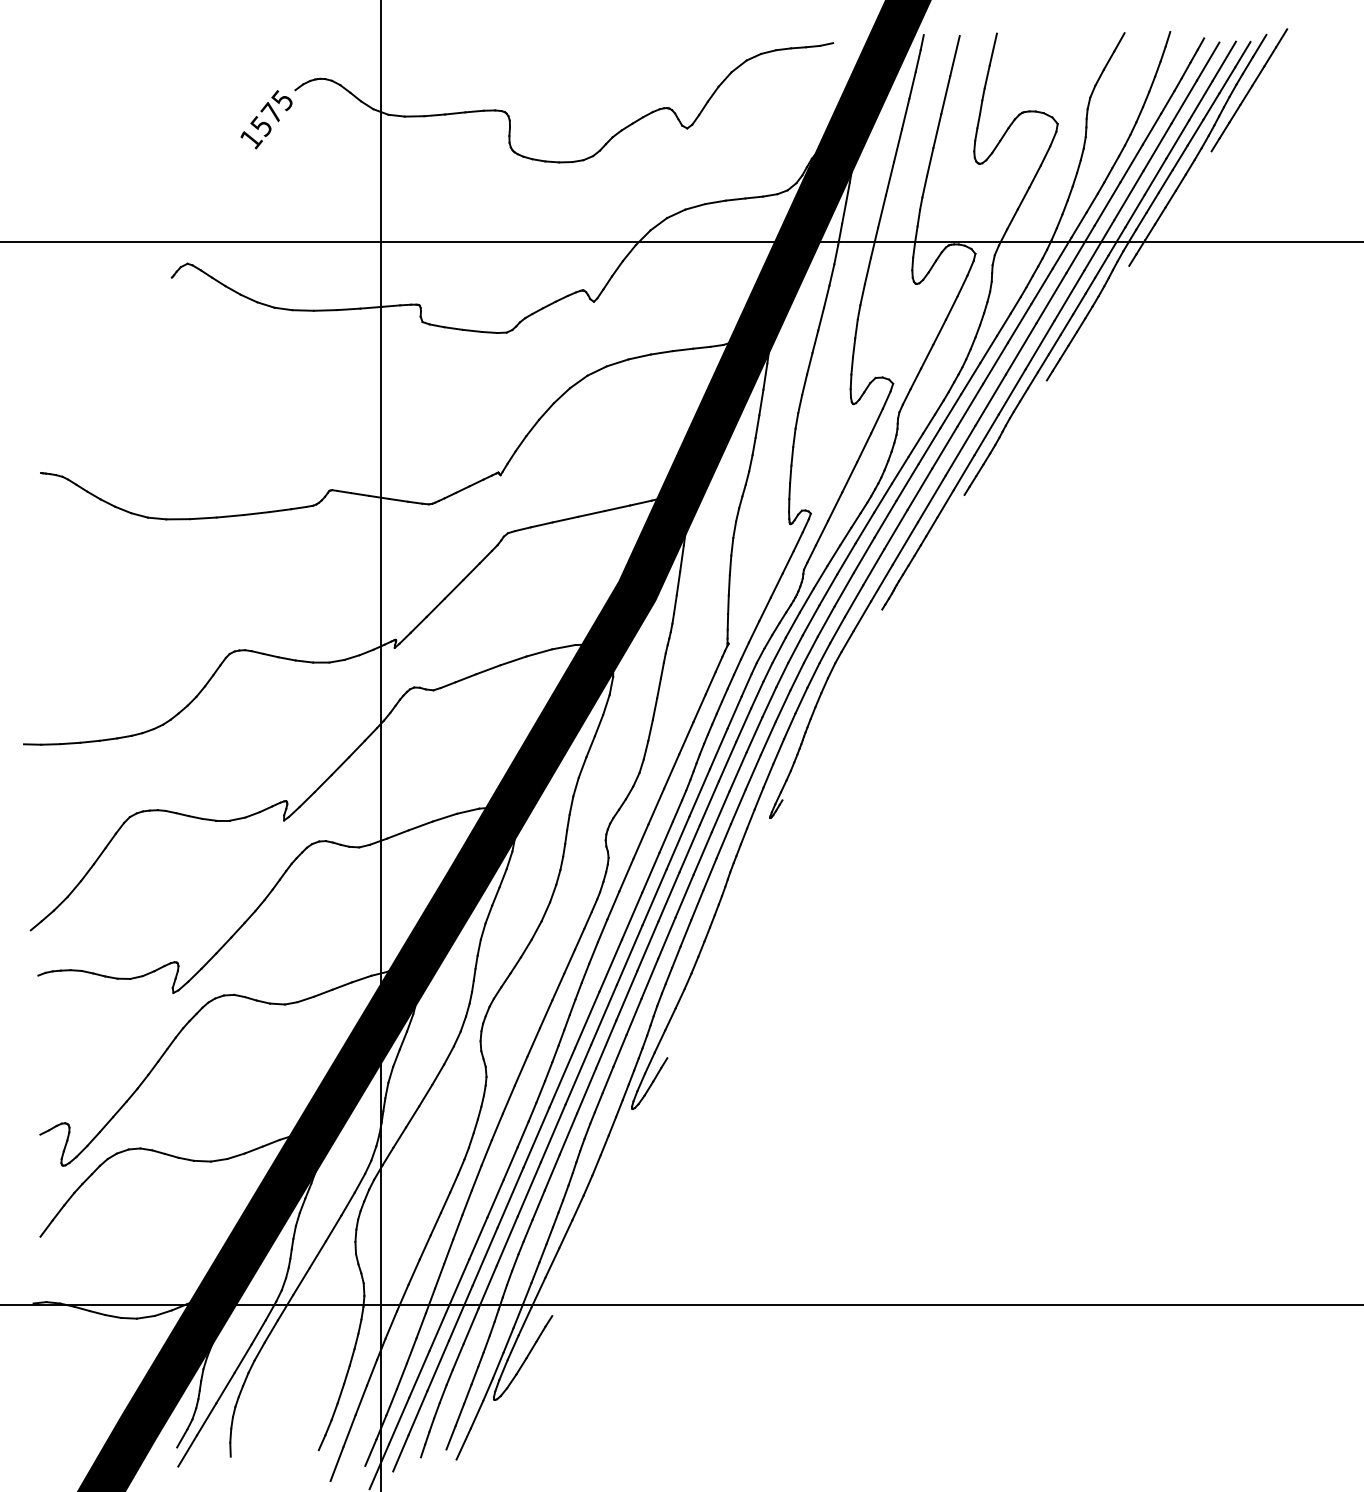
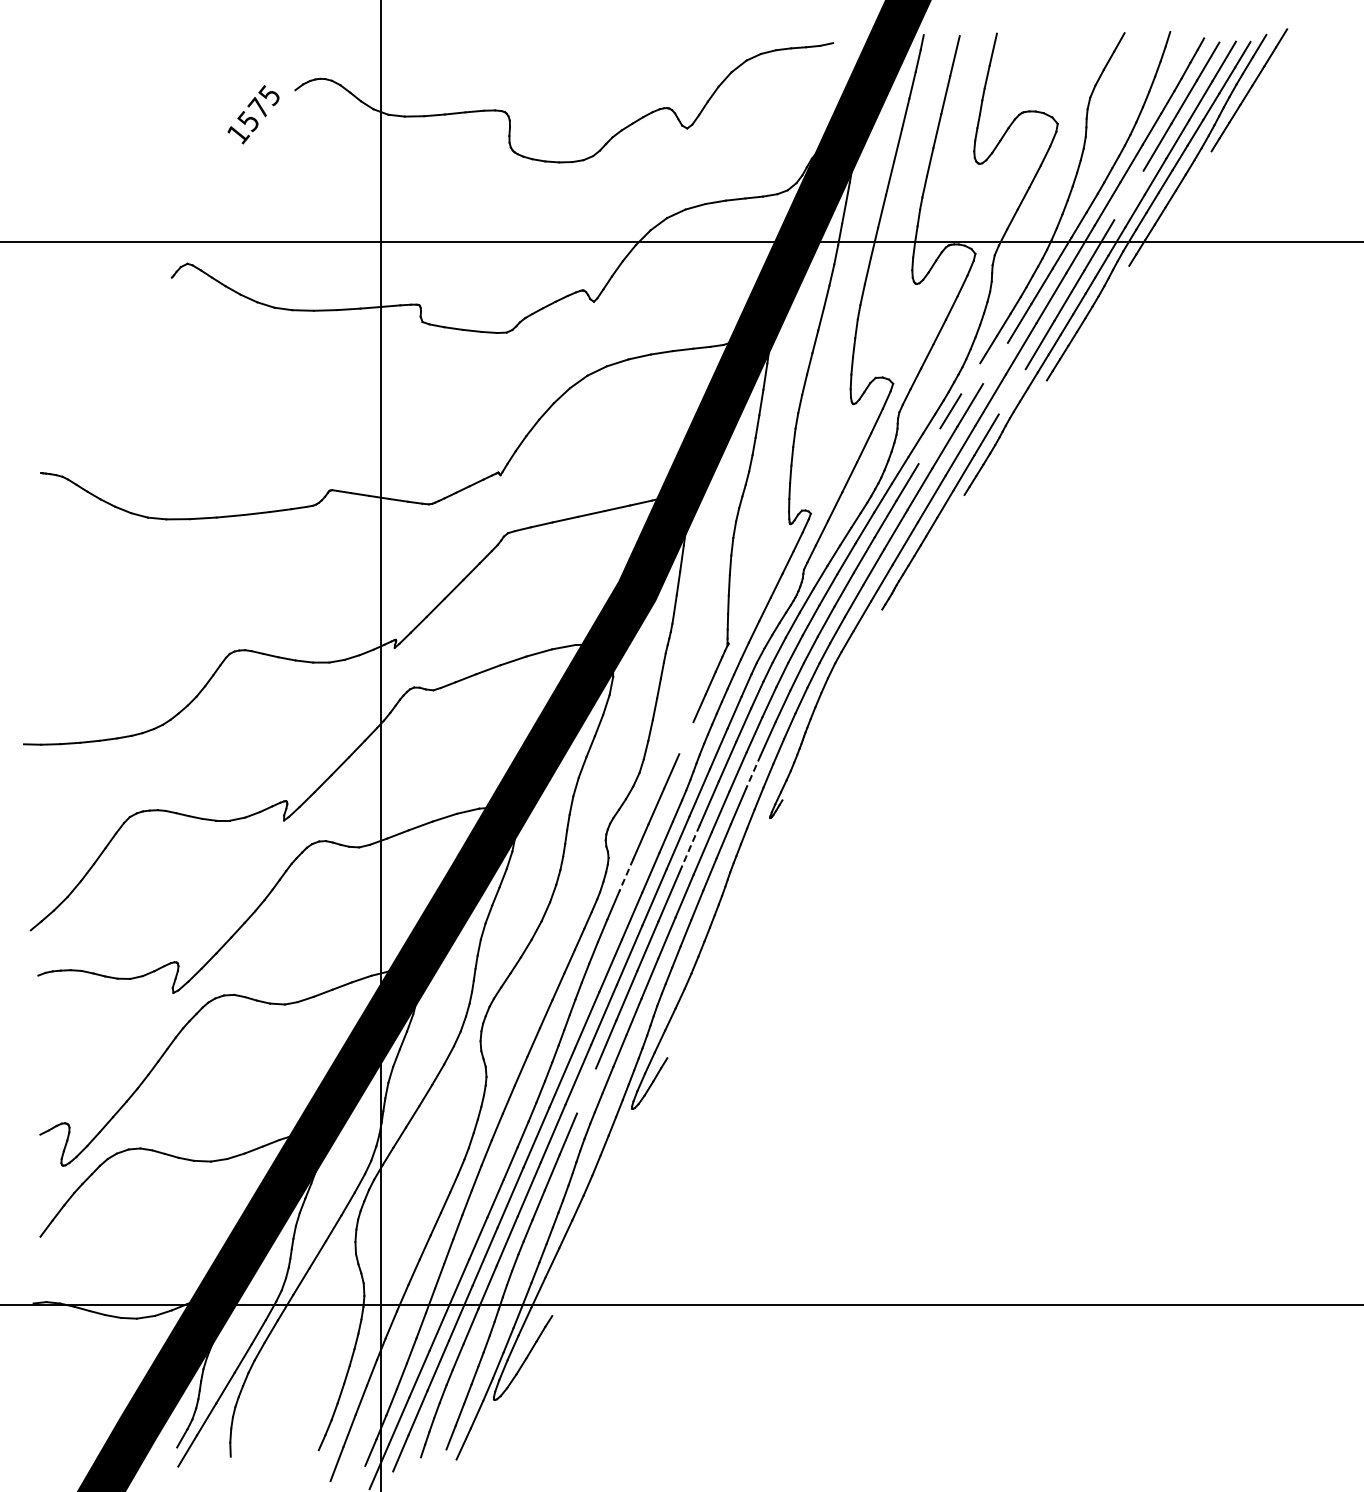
text at (266, 119) position: (266, 119) -> (253, 114)
line at (1128, 195): present -> none
line at (995, 363): present -> none
line at (970, 378): present -> none
line at (1011, 391): present -> none
line at (929, 446): present -> none
line at (686, 738): present -> none
line at (753, 772): solid -> dashed
line at (689, 848): solid -> dashed
line at (626, 874): solid -> dashed
line at (586, 1090): present -> none
